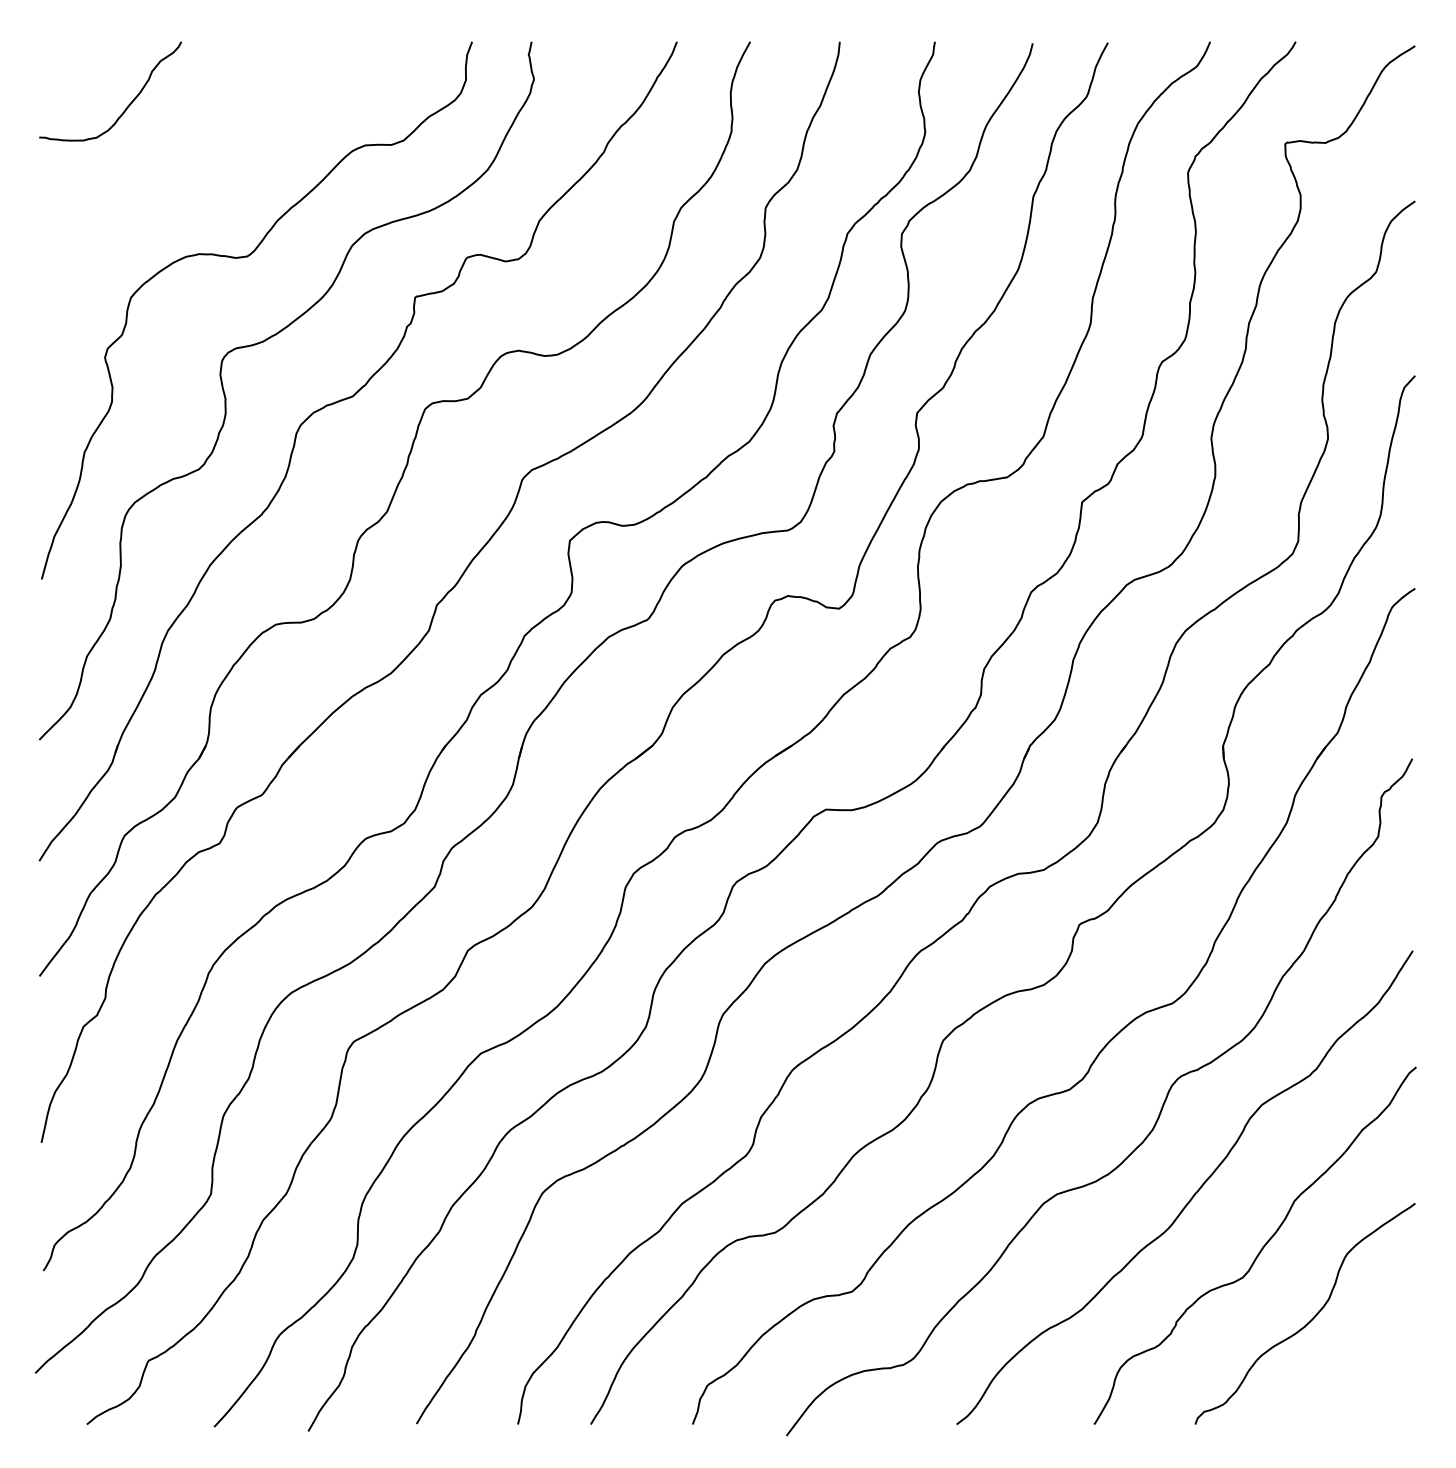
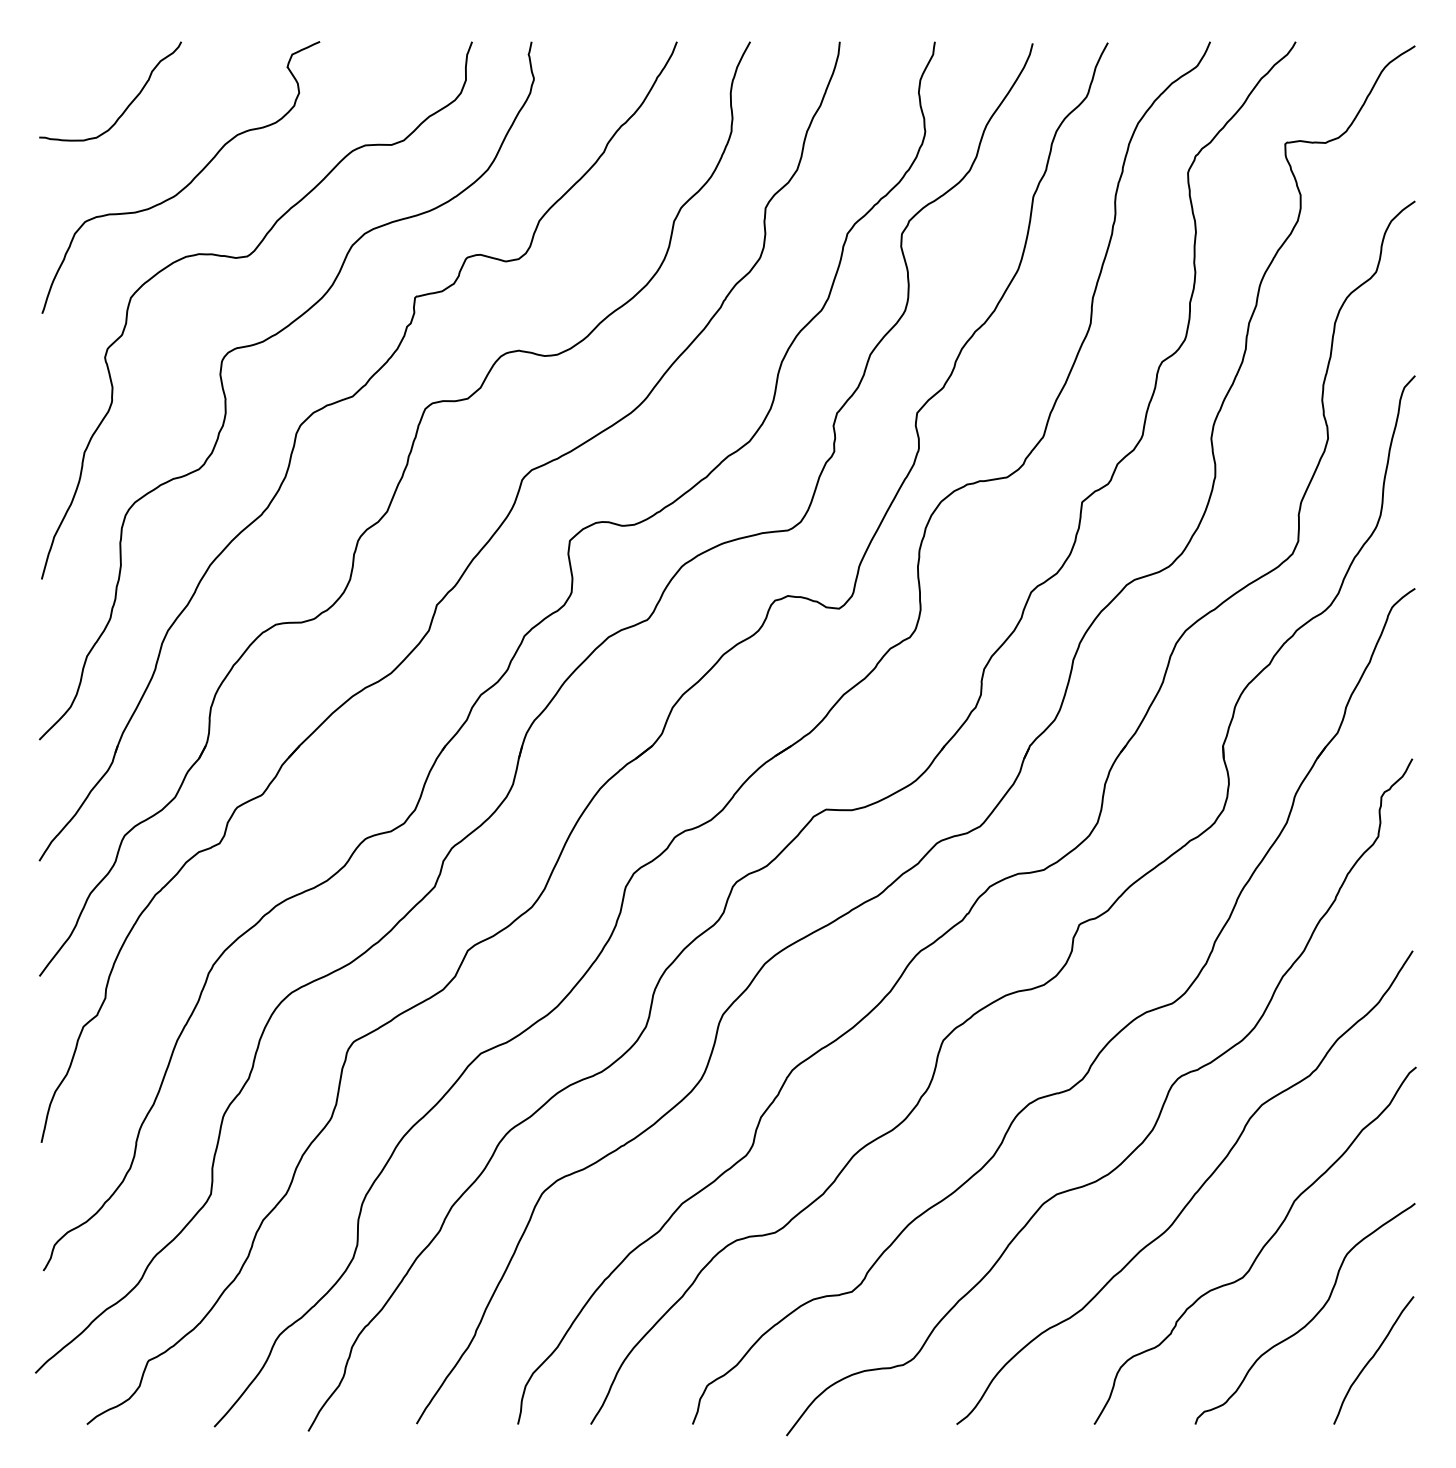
curve at (184, 186): none -> present
curve at (1371, 1360): none -> present
